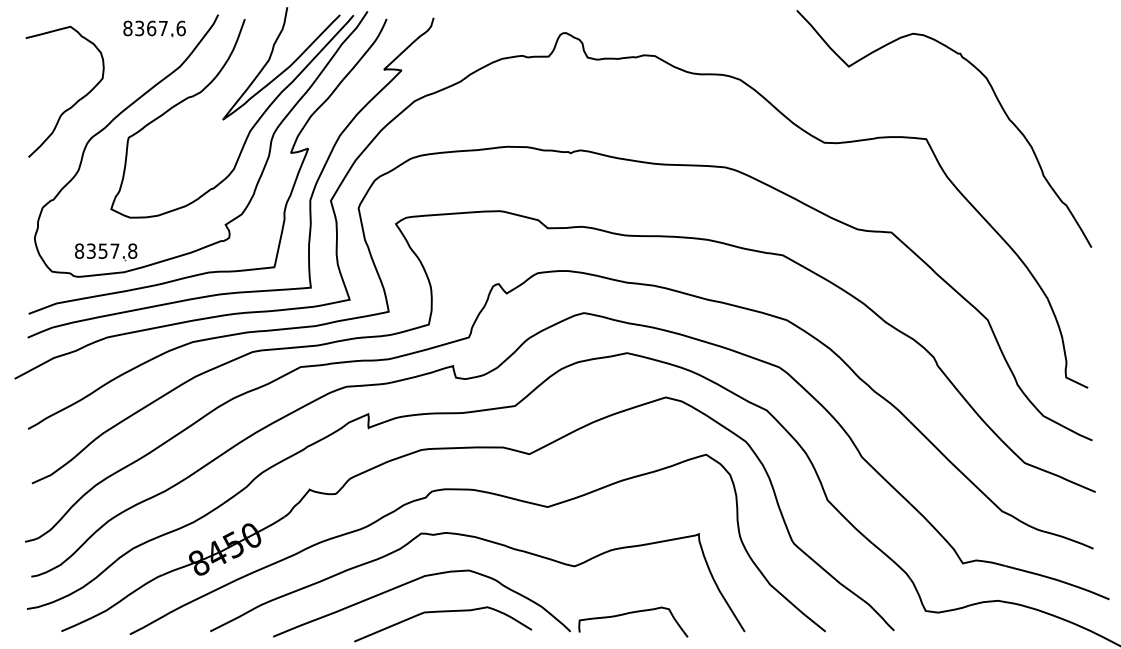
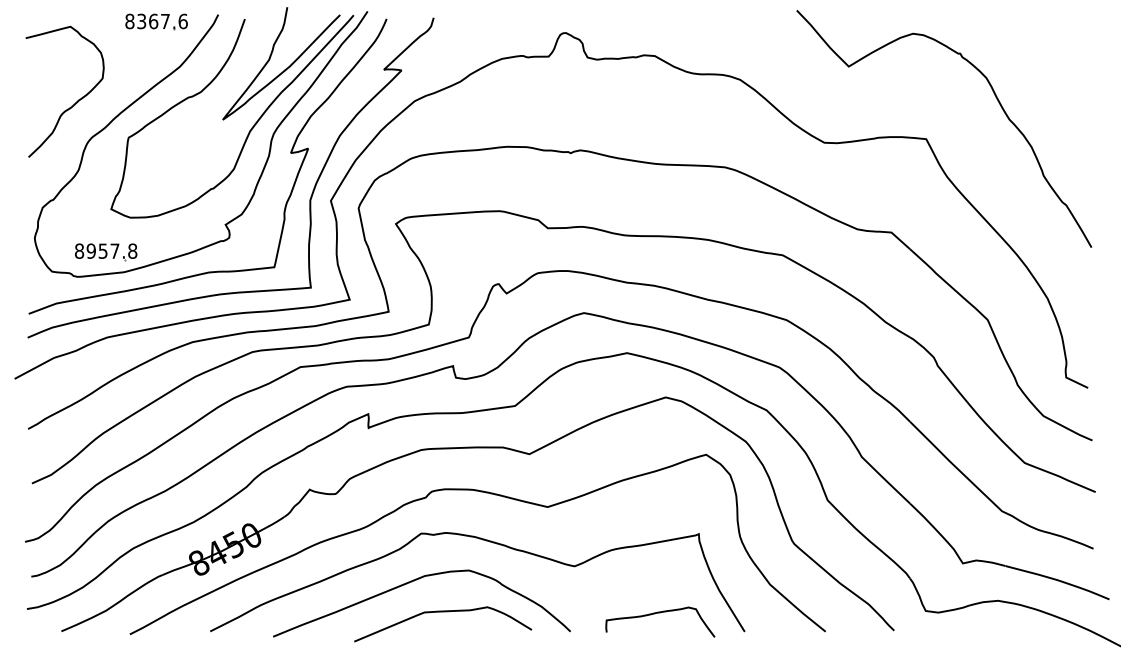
part at (154, 28) position: (154, 28) -> (156, 21)
text at (90, 250): 8357.8 -> 8957.8
curve at (633, 613) position: (633, 613) -> (660, 613)
